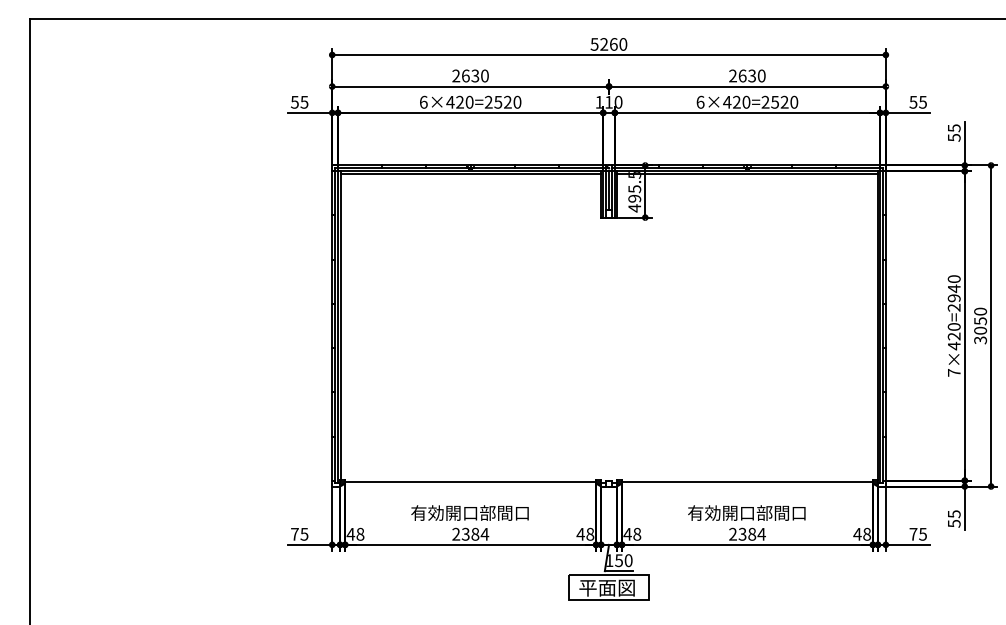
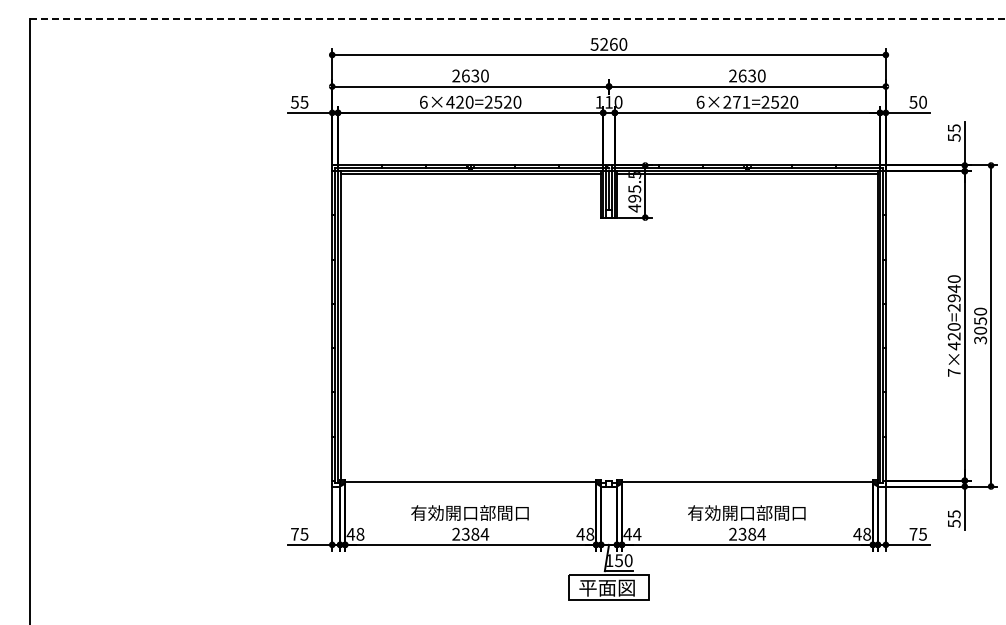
line at (517, 18): solid -> dashed
text at (736, 101): 6×420=2520 -> 6×271=2520
text at (922, 101): 55 -> 50
text at (636, 533): 48 -> 44
